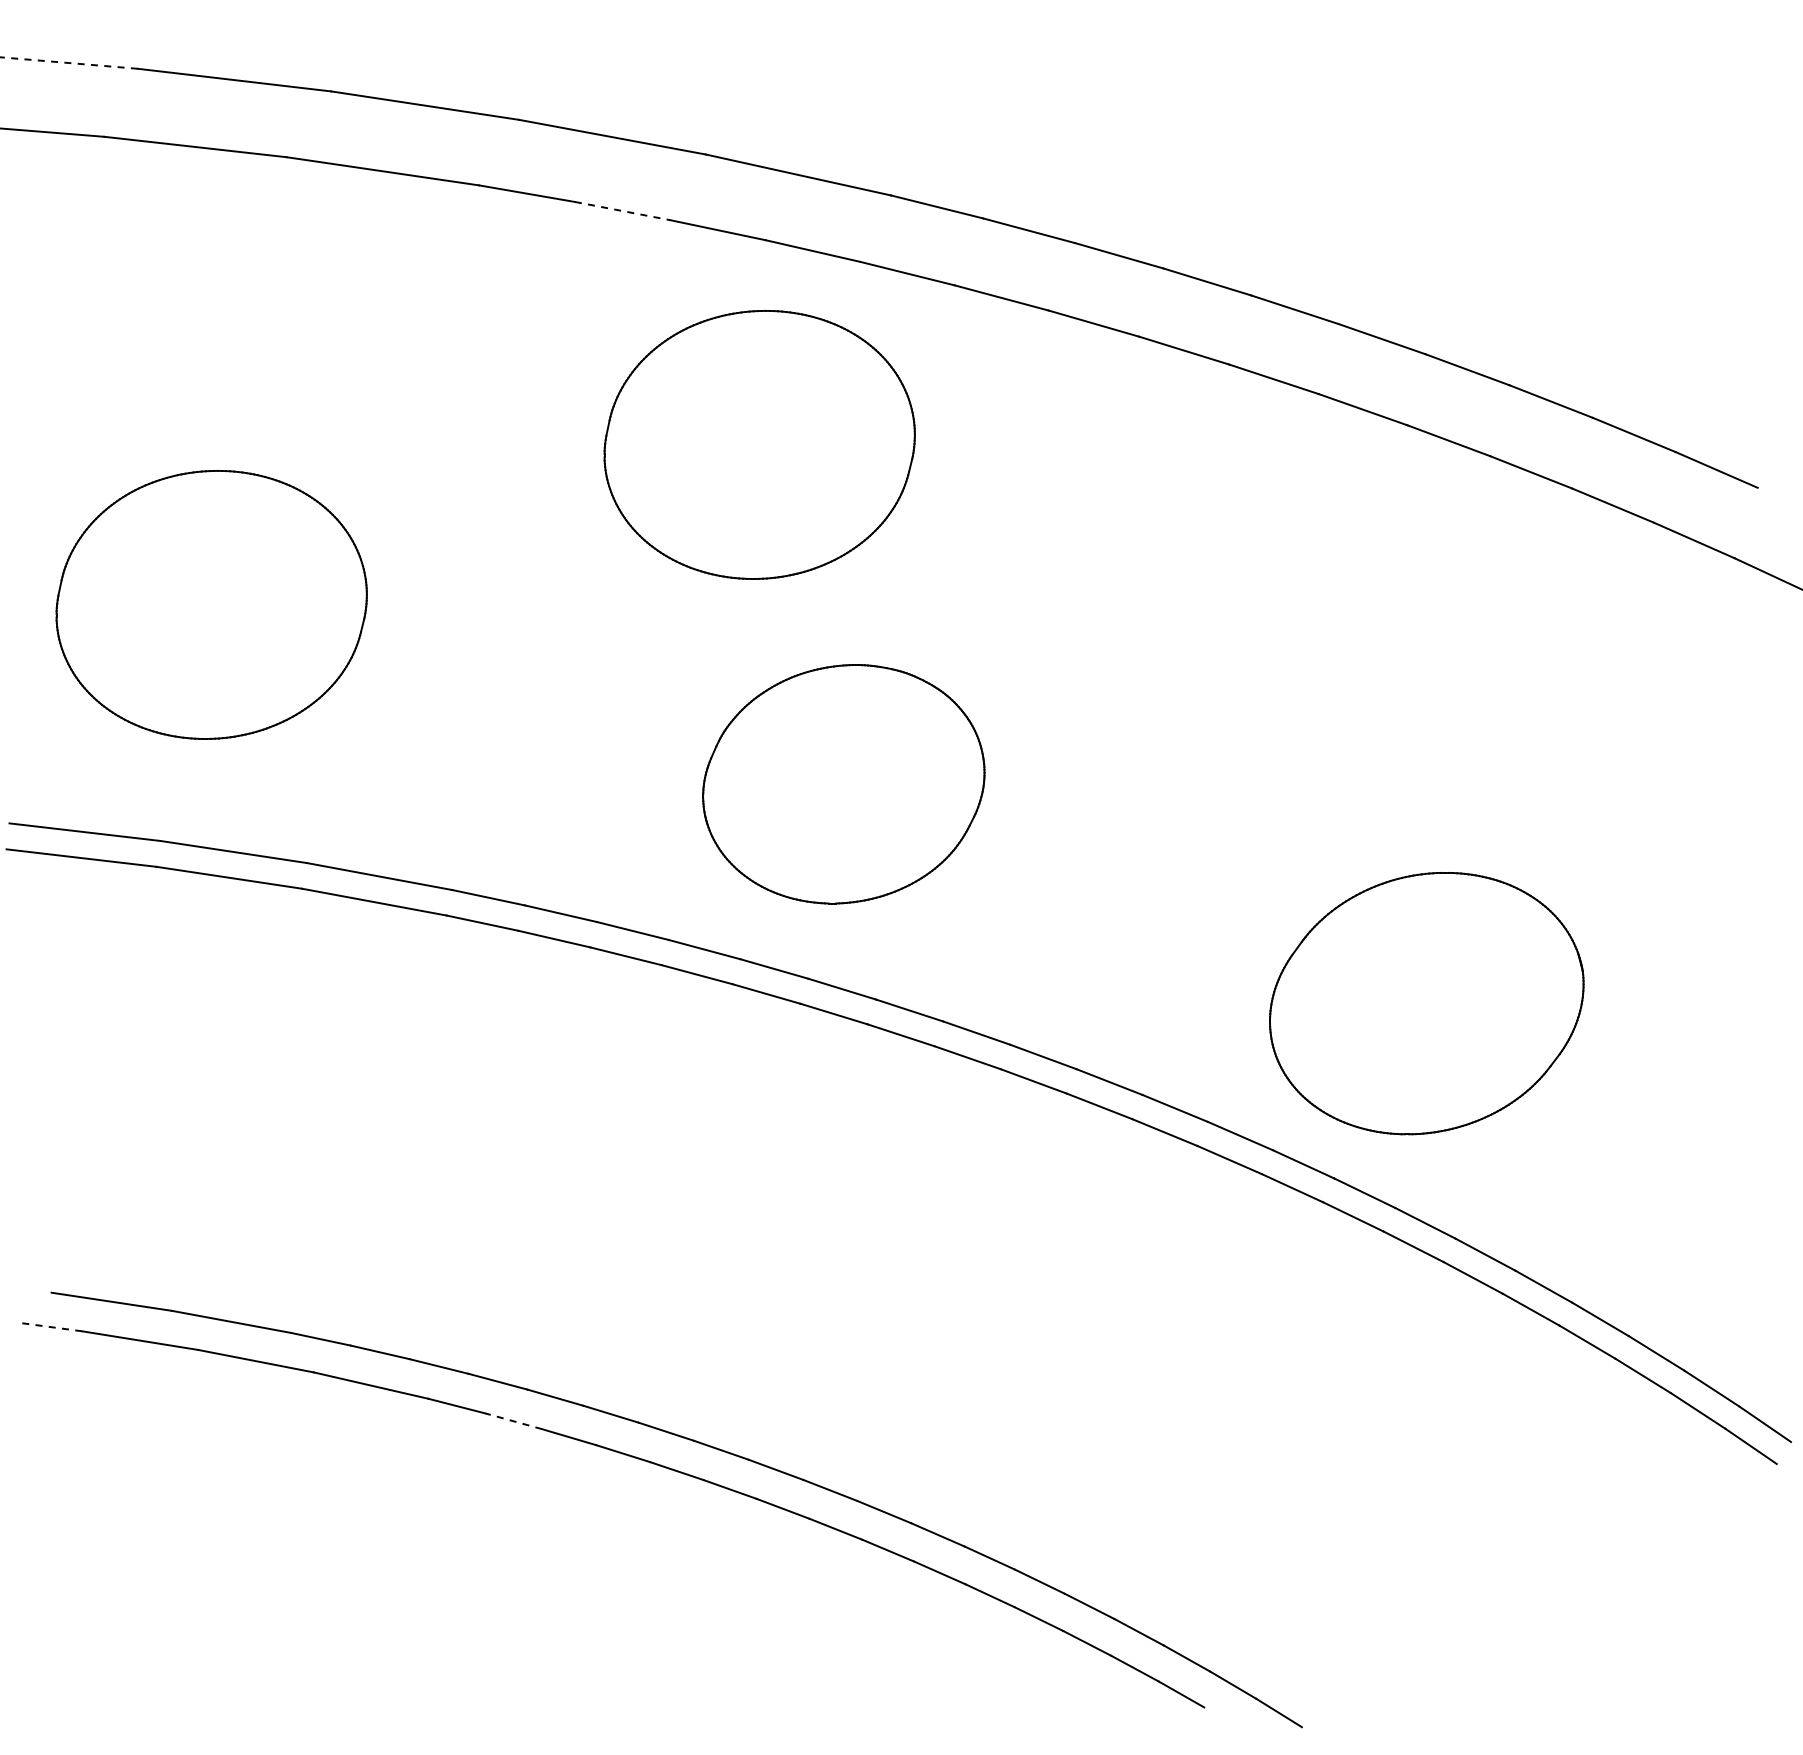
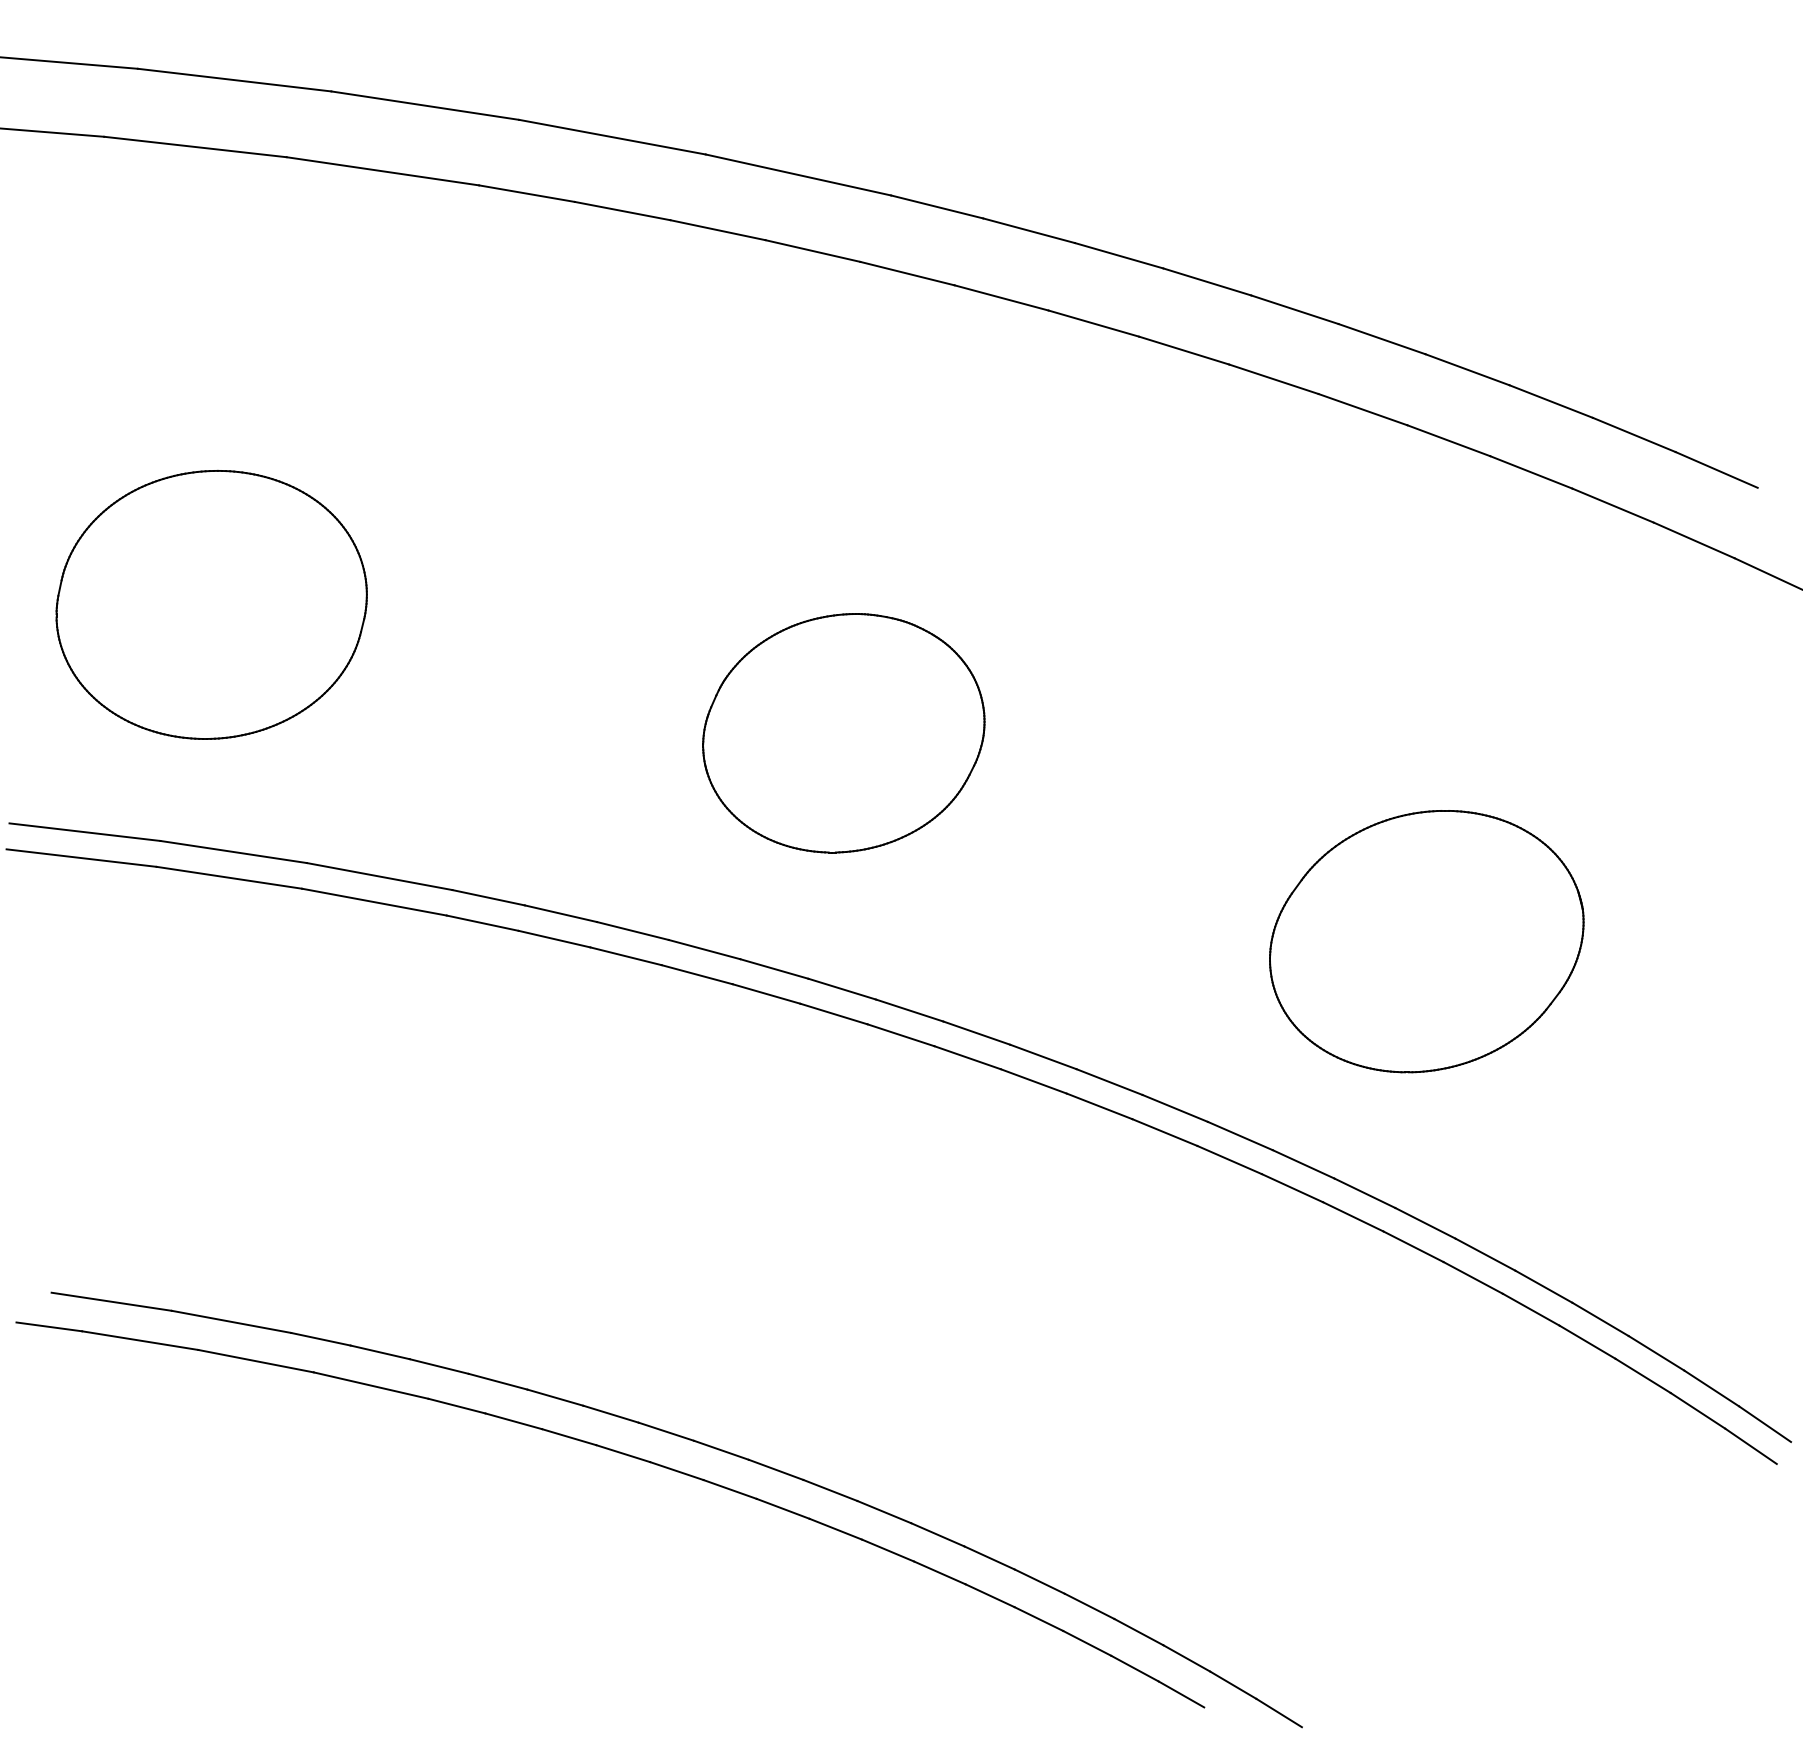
line at (69, 63): dashed -> solid
line at (622, 211): dashed -> solid
part at (759, 444): present -> none
part at (843, 784) position: (843, 784) -> (843, 733)
part at (1426, 1003) position: (1426, 1003) -> (1426, 941)
line at (48, 1326): dashed -> solid
line at (513, 1421): dashed -> solid
